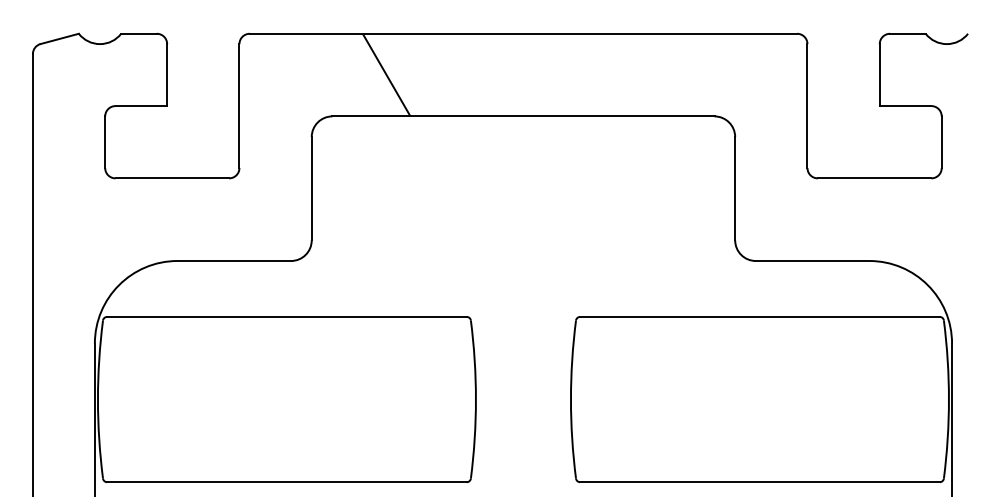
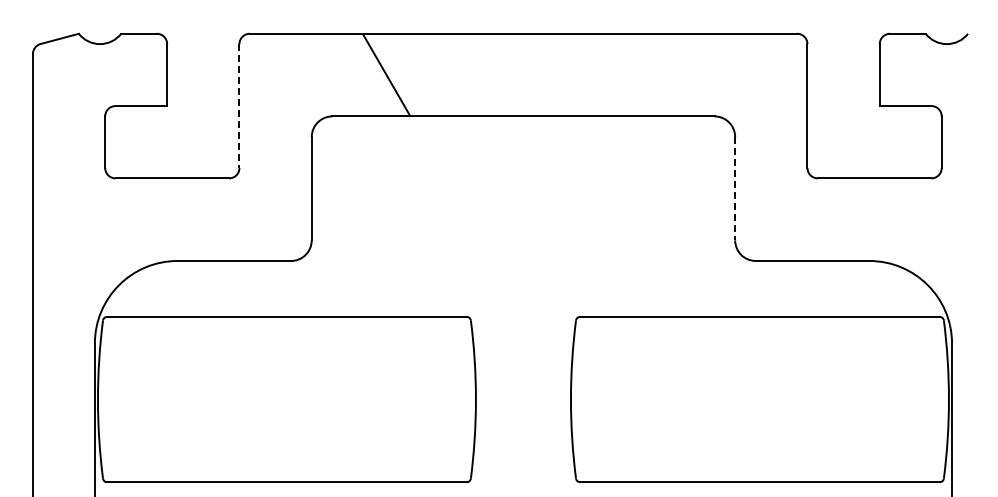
line at (239, 106): solid -> dashed
line at (735, 188): solid -> dashed
